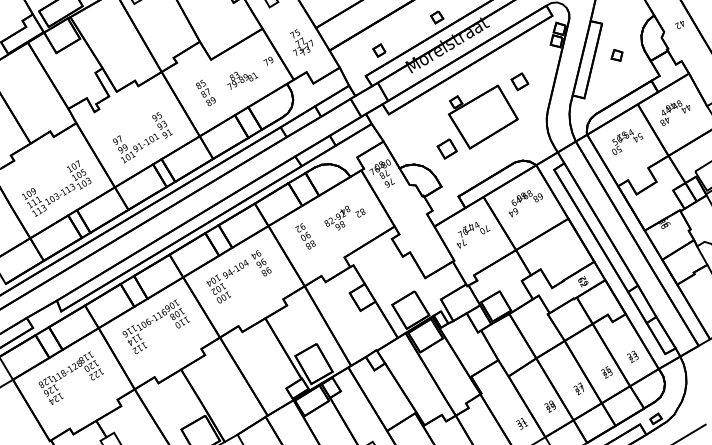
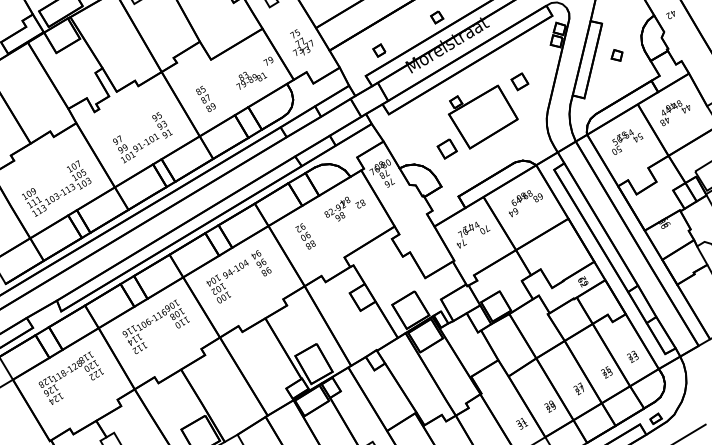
text at (679, 24) position: (679, 24) -> (670, 14)
text at (242, 80) position: (242, 80) -> (251, 80)
text at (205, 92) position: (205, 92) -> (205, 98)
text at (344, 217) position: (344, 217) -> (344, 208)
